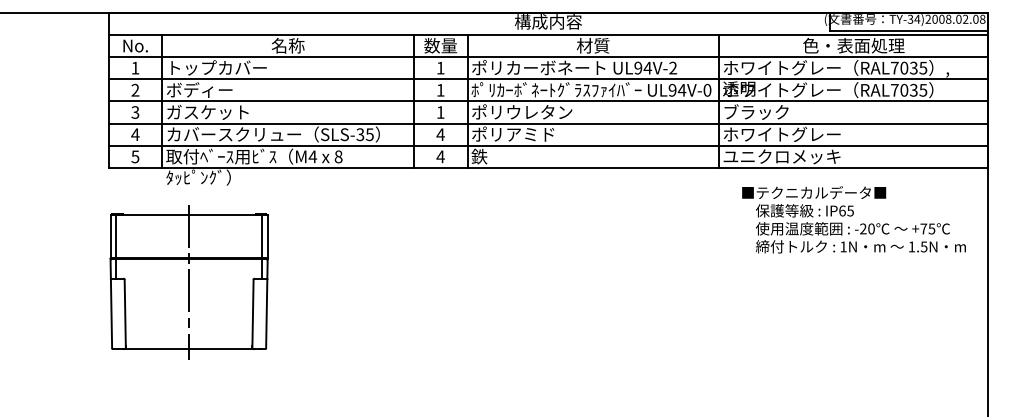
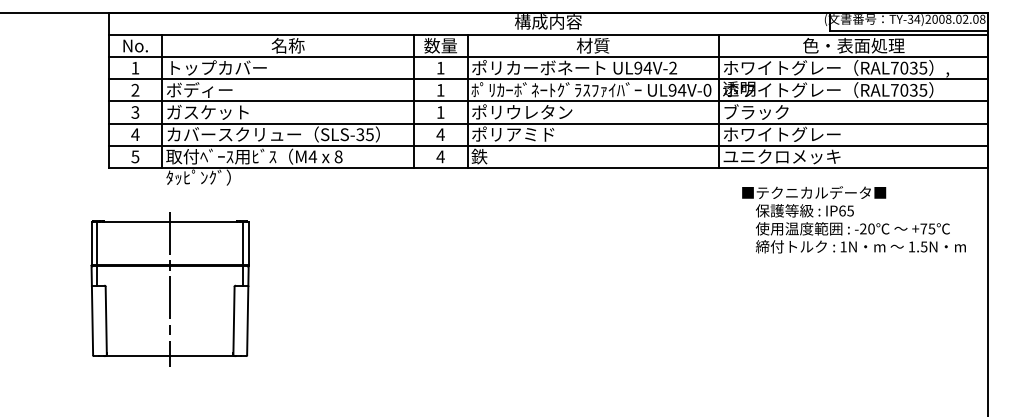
part at (188, 282) position: (188, 282) -> (169, 289)
